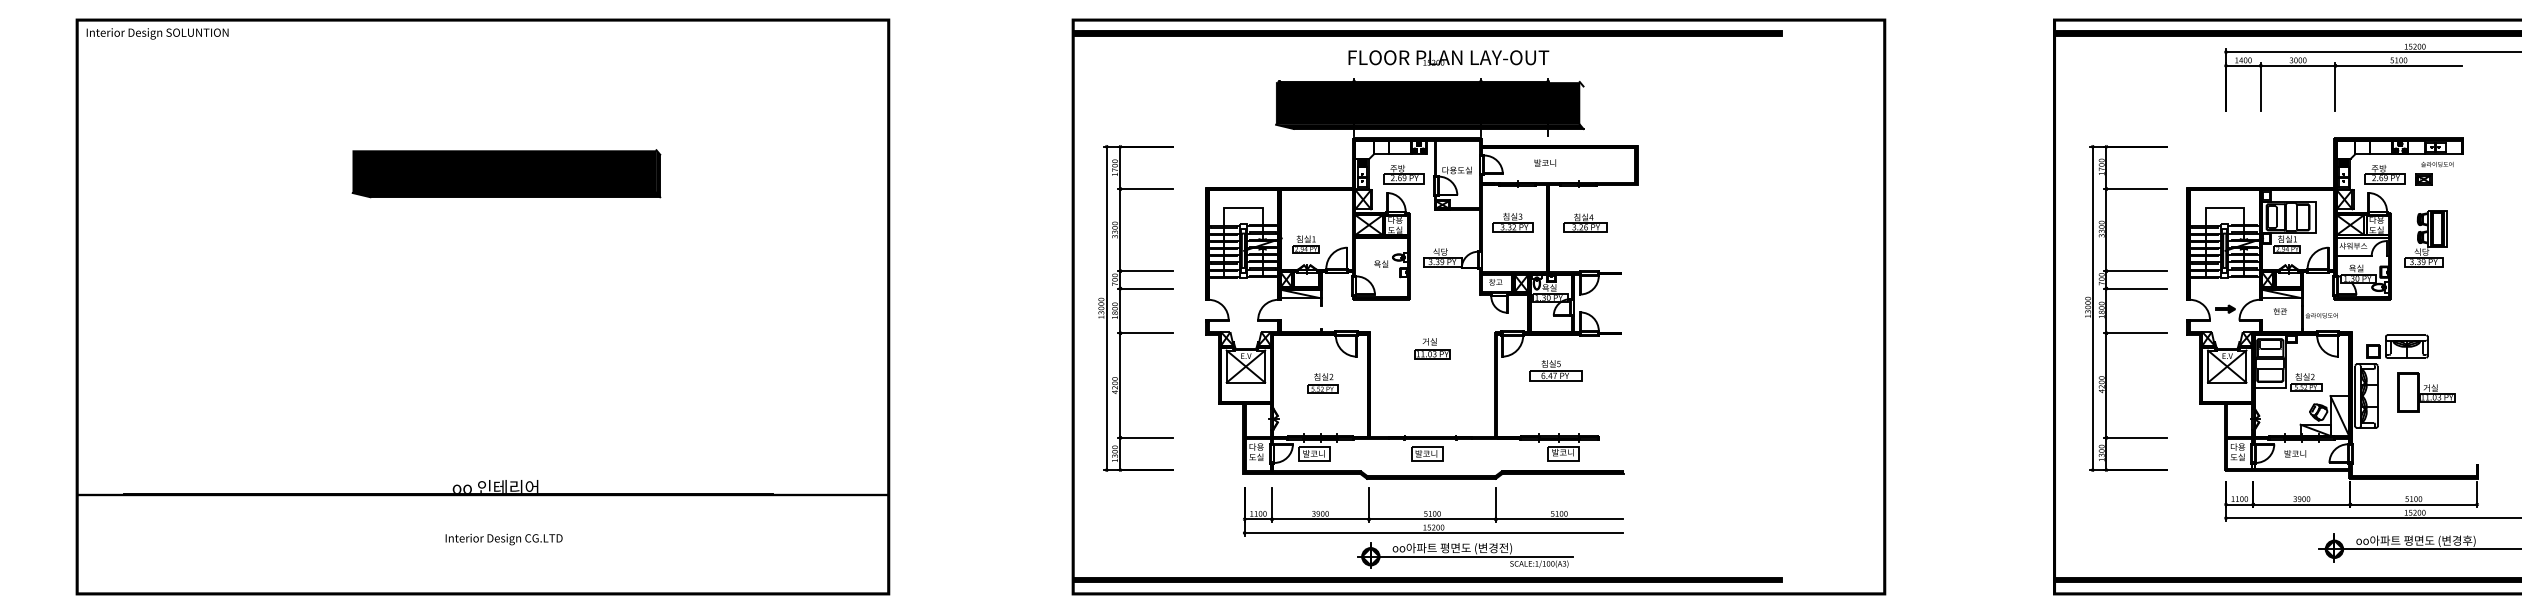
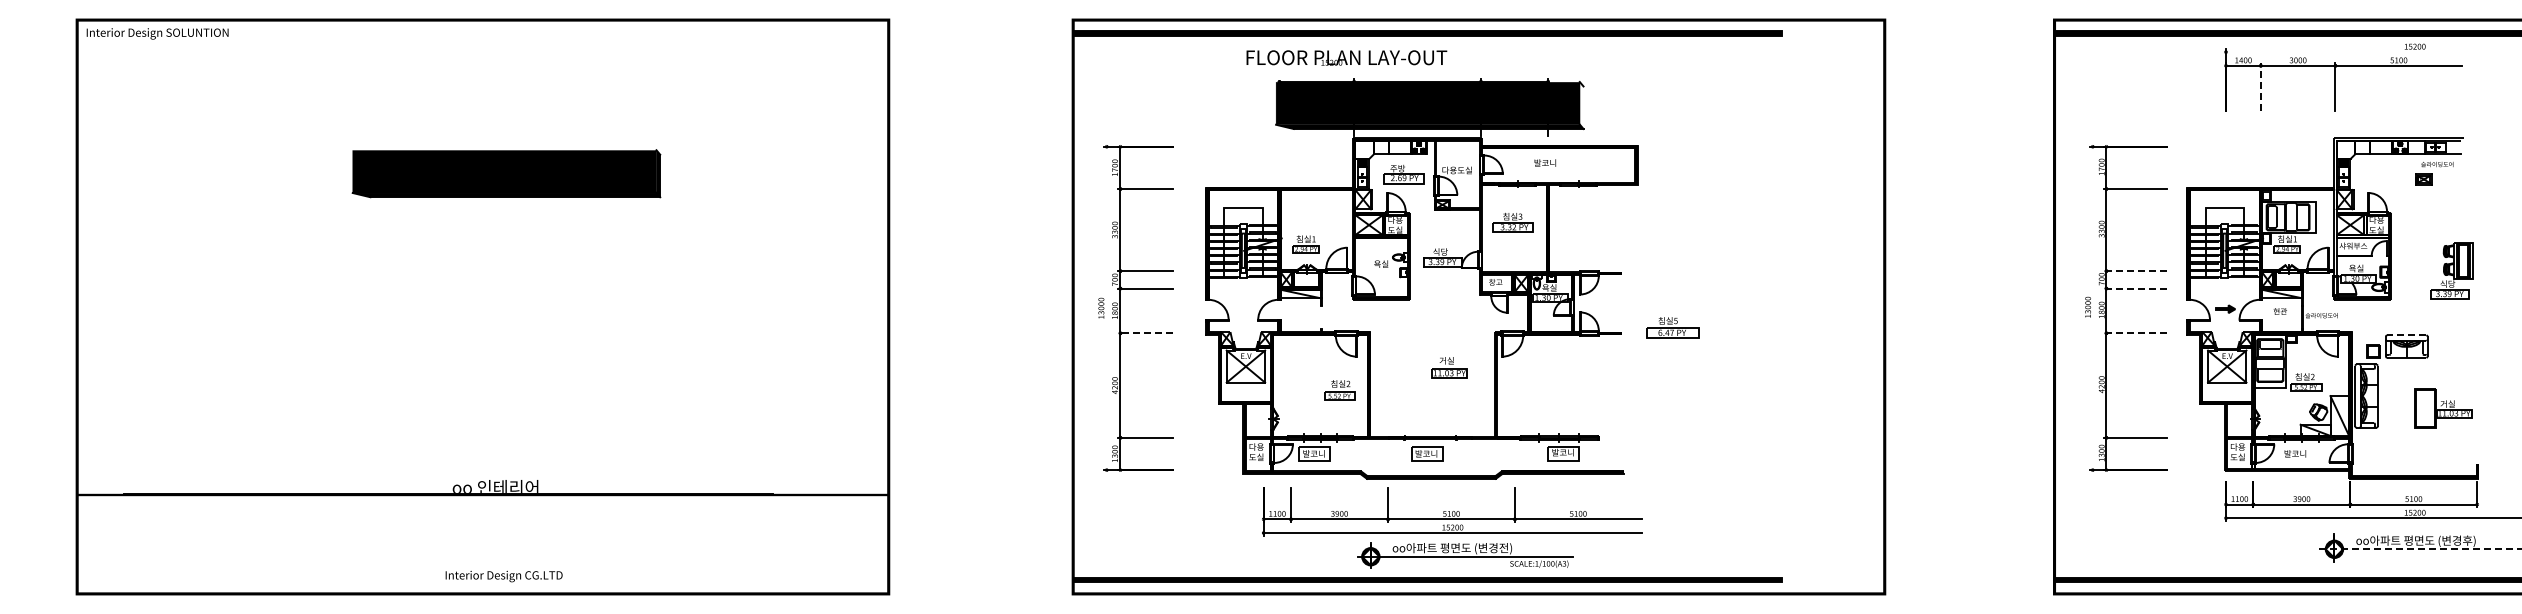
line at (2372, 52): present -> none
text at (1448, 57) position: (1448, 57) -> (1346, 57)
line at (2260, 86): solid -> dashed
part at (2384, 174): present -> none
fill at (2398, 206): present -> none
part at (1585, 222): present -> none
part at (2425, 238) position: (2425, 238) -> (2451, 270)
line at (2135, 271): solid -> dashed
line at (2135, 288): solid -> dashed
line at (1106, 308): present -> none
line at (2092, 308): present -> none
line at (1145, 333): solid -> dashed
line at (2135, 333): solid -> dashed
line at (2406, 335): solid -> dashed
part at (1432, 348) position: (1432, 348) -> (1449, 367)
part at (1555, 370) position: (1555, 370) -> (1672, 327)
part at (1322, 383) position: (1322, 383) -> (1339, 390)
part at (2426, 392) position: (2426, 392) -> (2443, 408)
part at (1433, 511) position: (1433, 511) -> (1452, 511)
text at (503, 539) position: (503, 539) -> (503, 576)
line at (2420, 549): solid -> dashed
